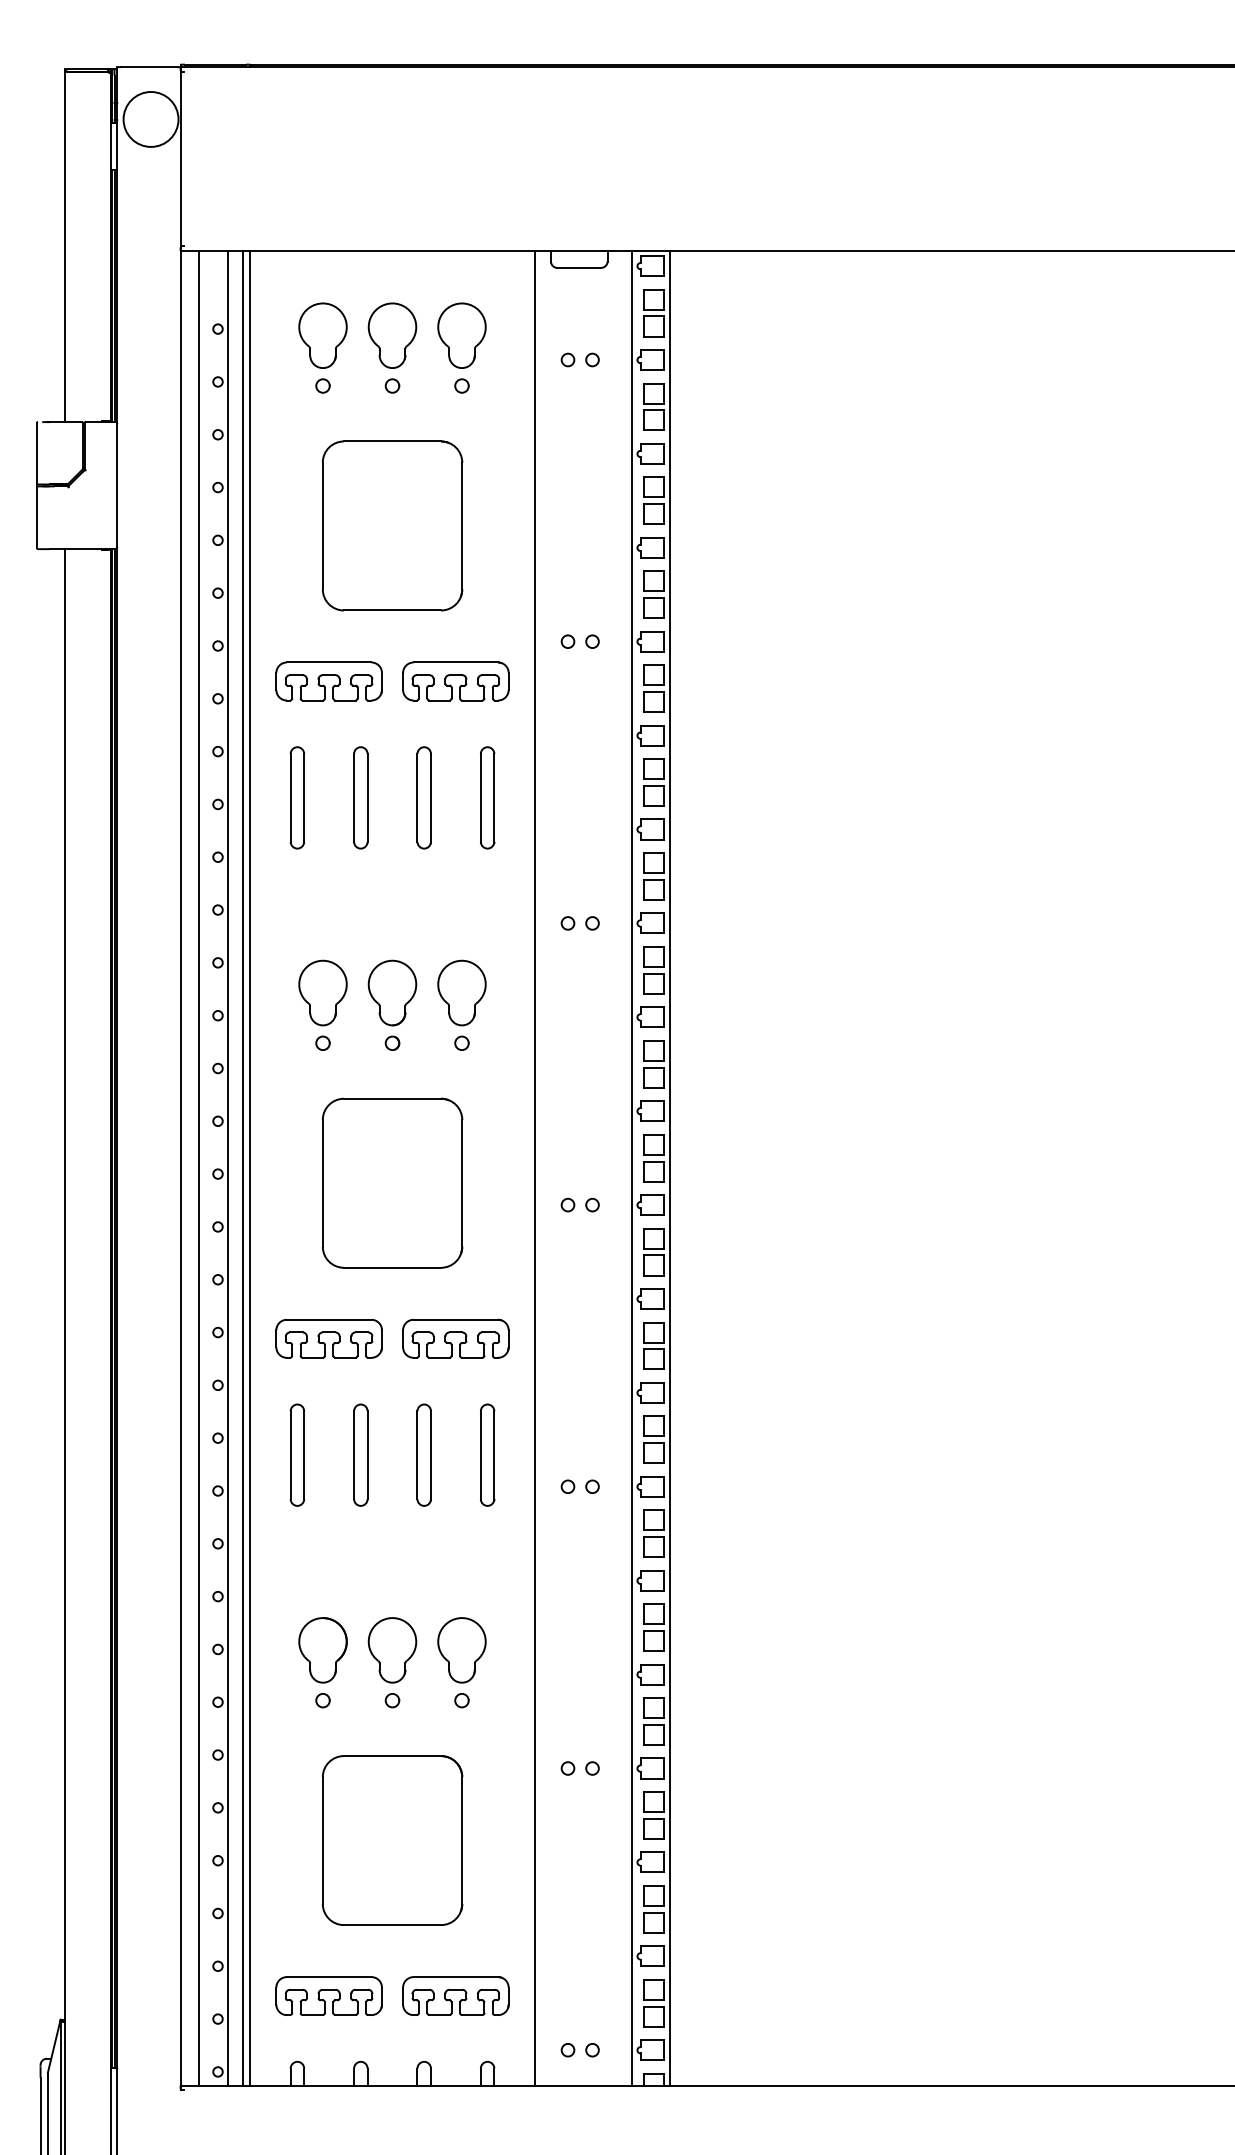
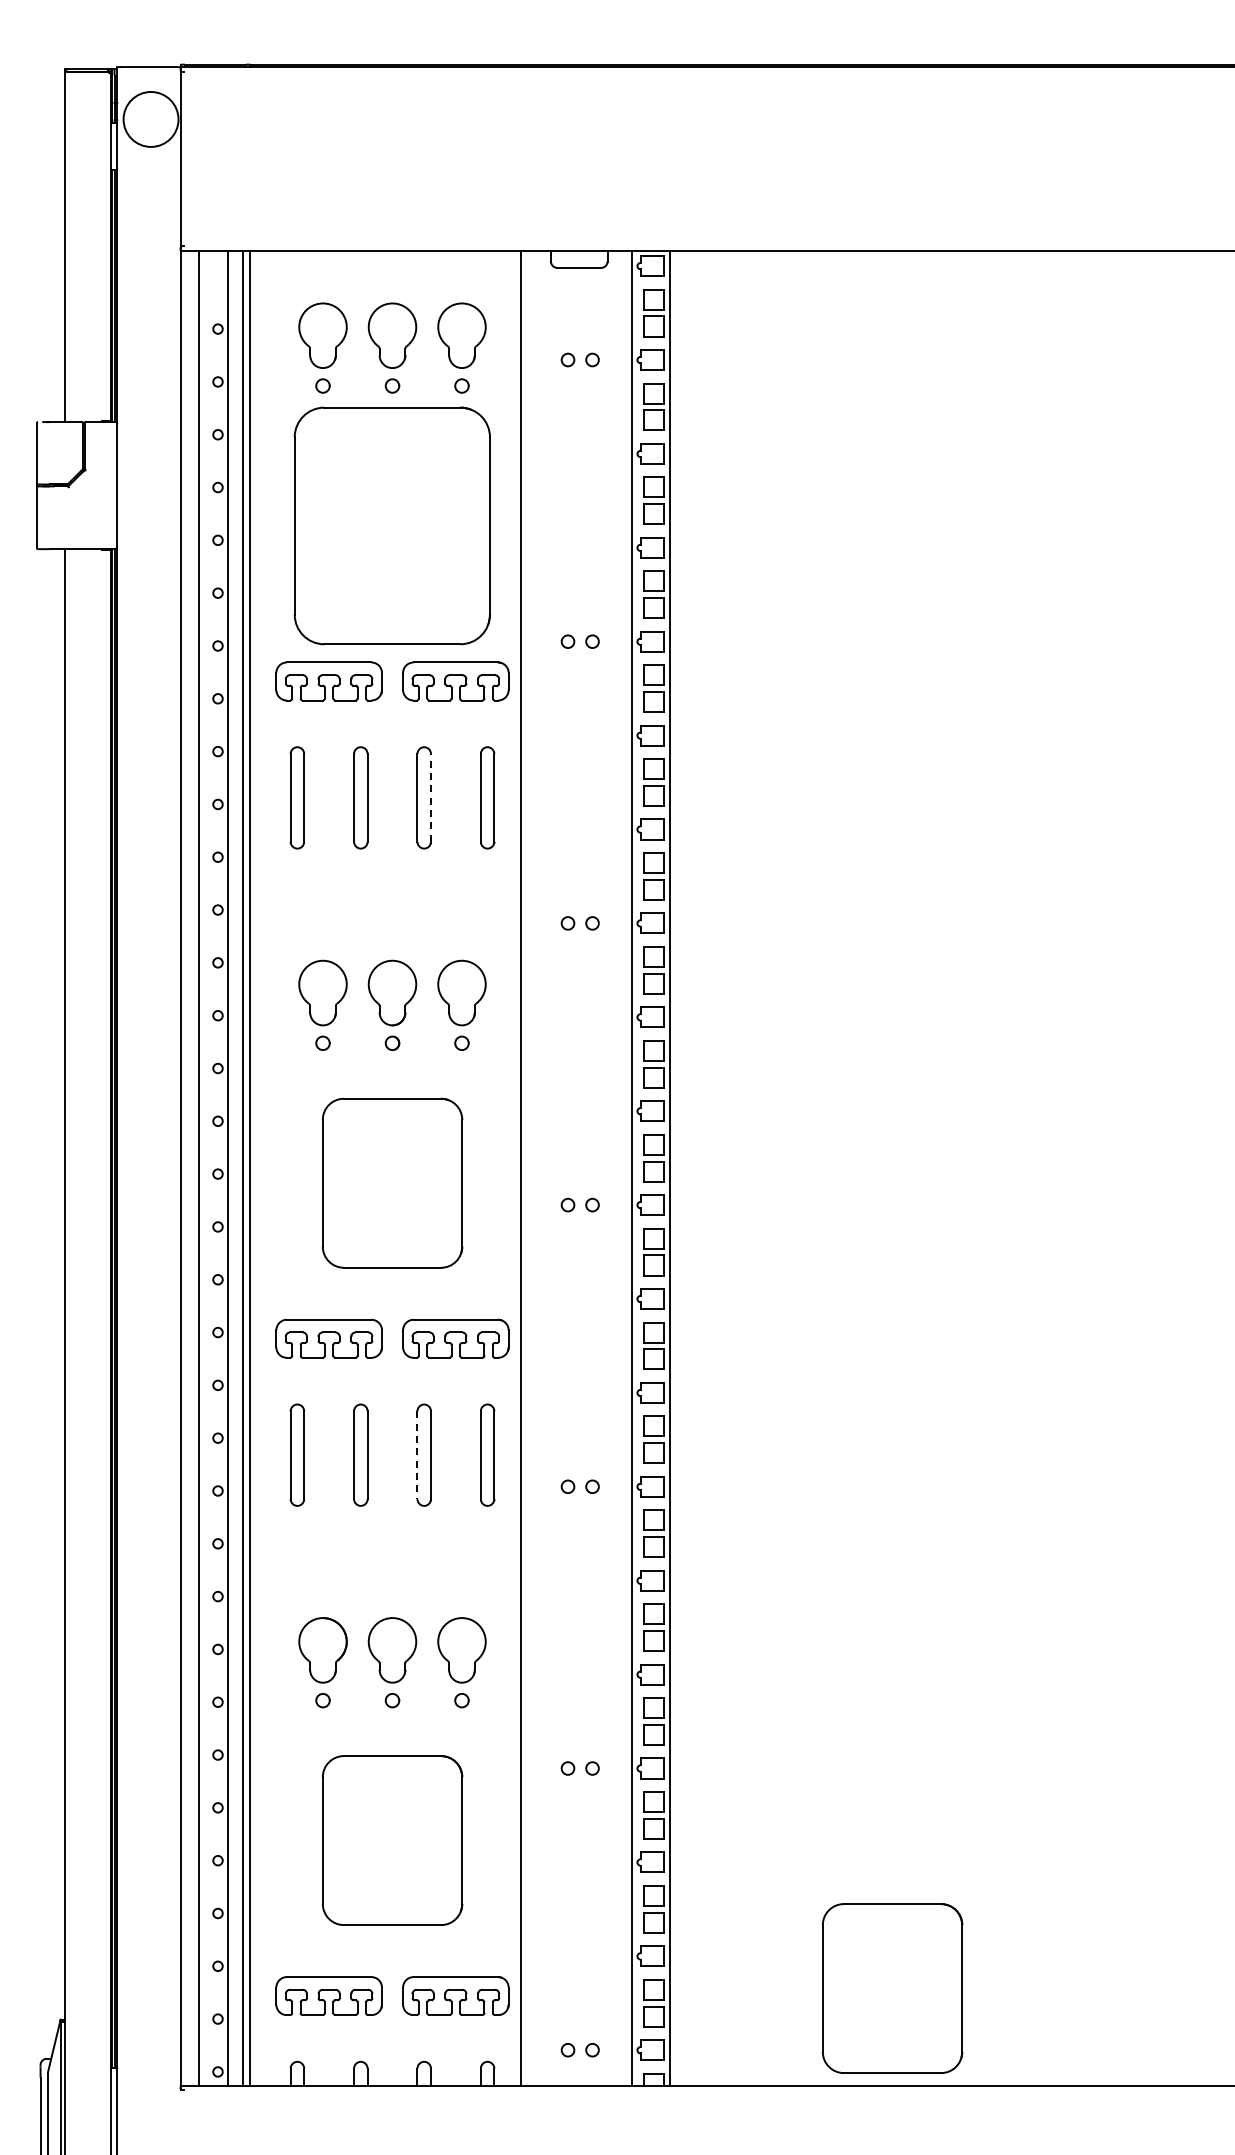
part at (392, 525) size: 142x172 px -> 198x240 px
line at (430, 797): solid -> dashed
line at (535, 1167) position: (535, 1167) -> (521, 1167)
line at (417, 1455): solid -> dashed
part at (892, 1988): none -> present
